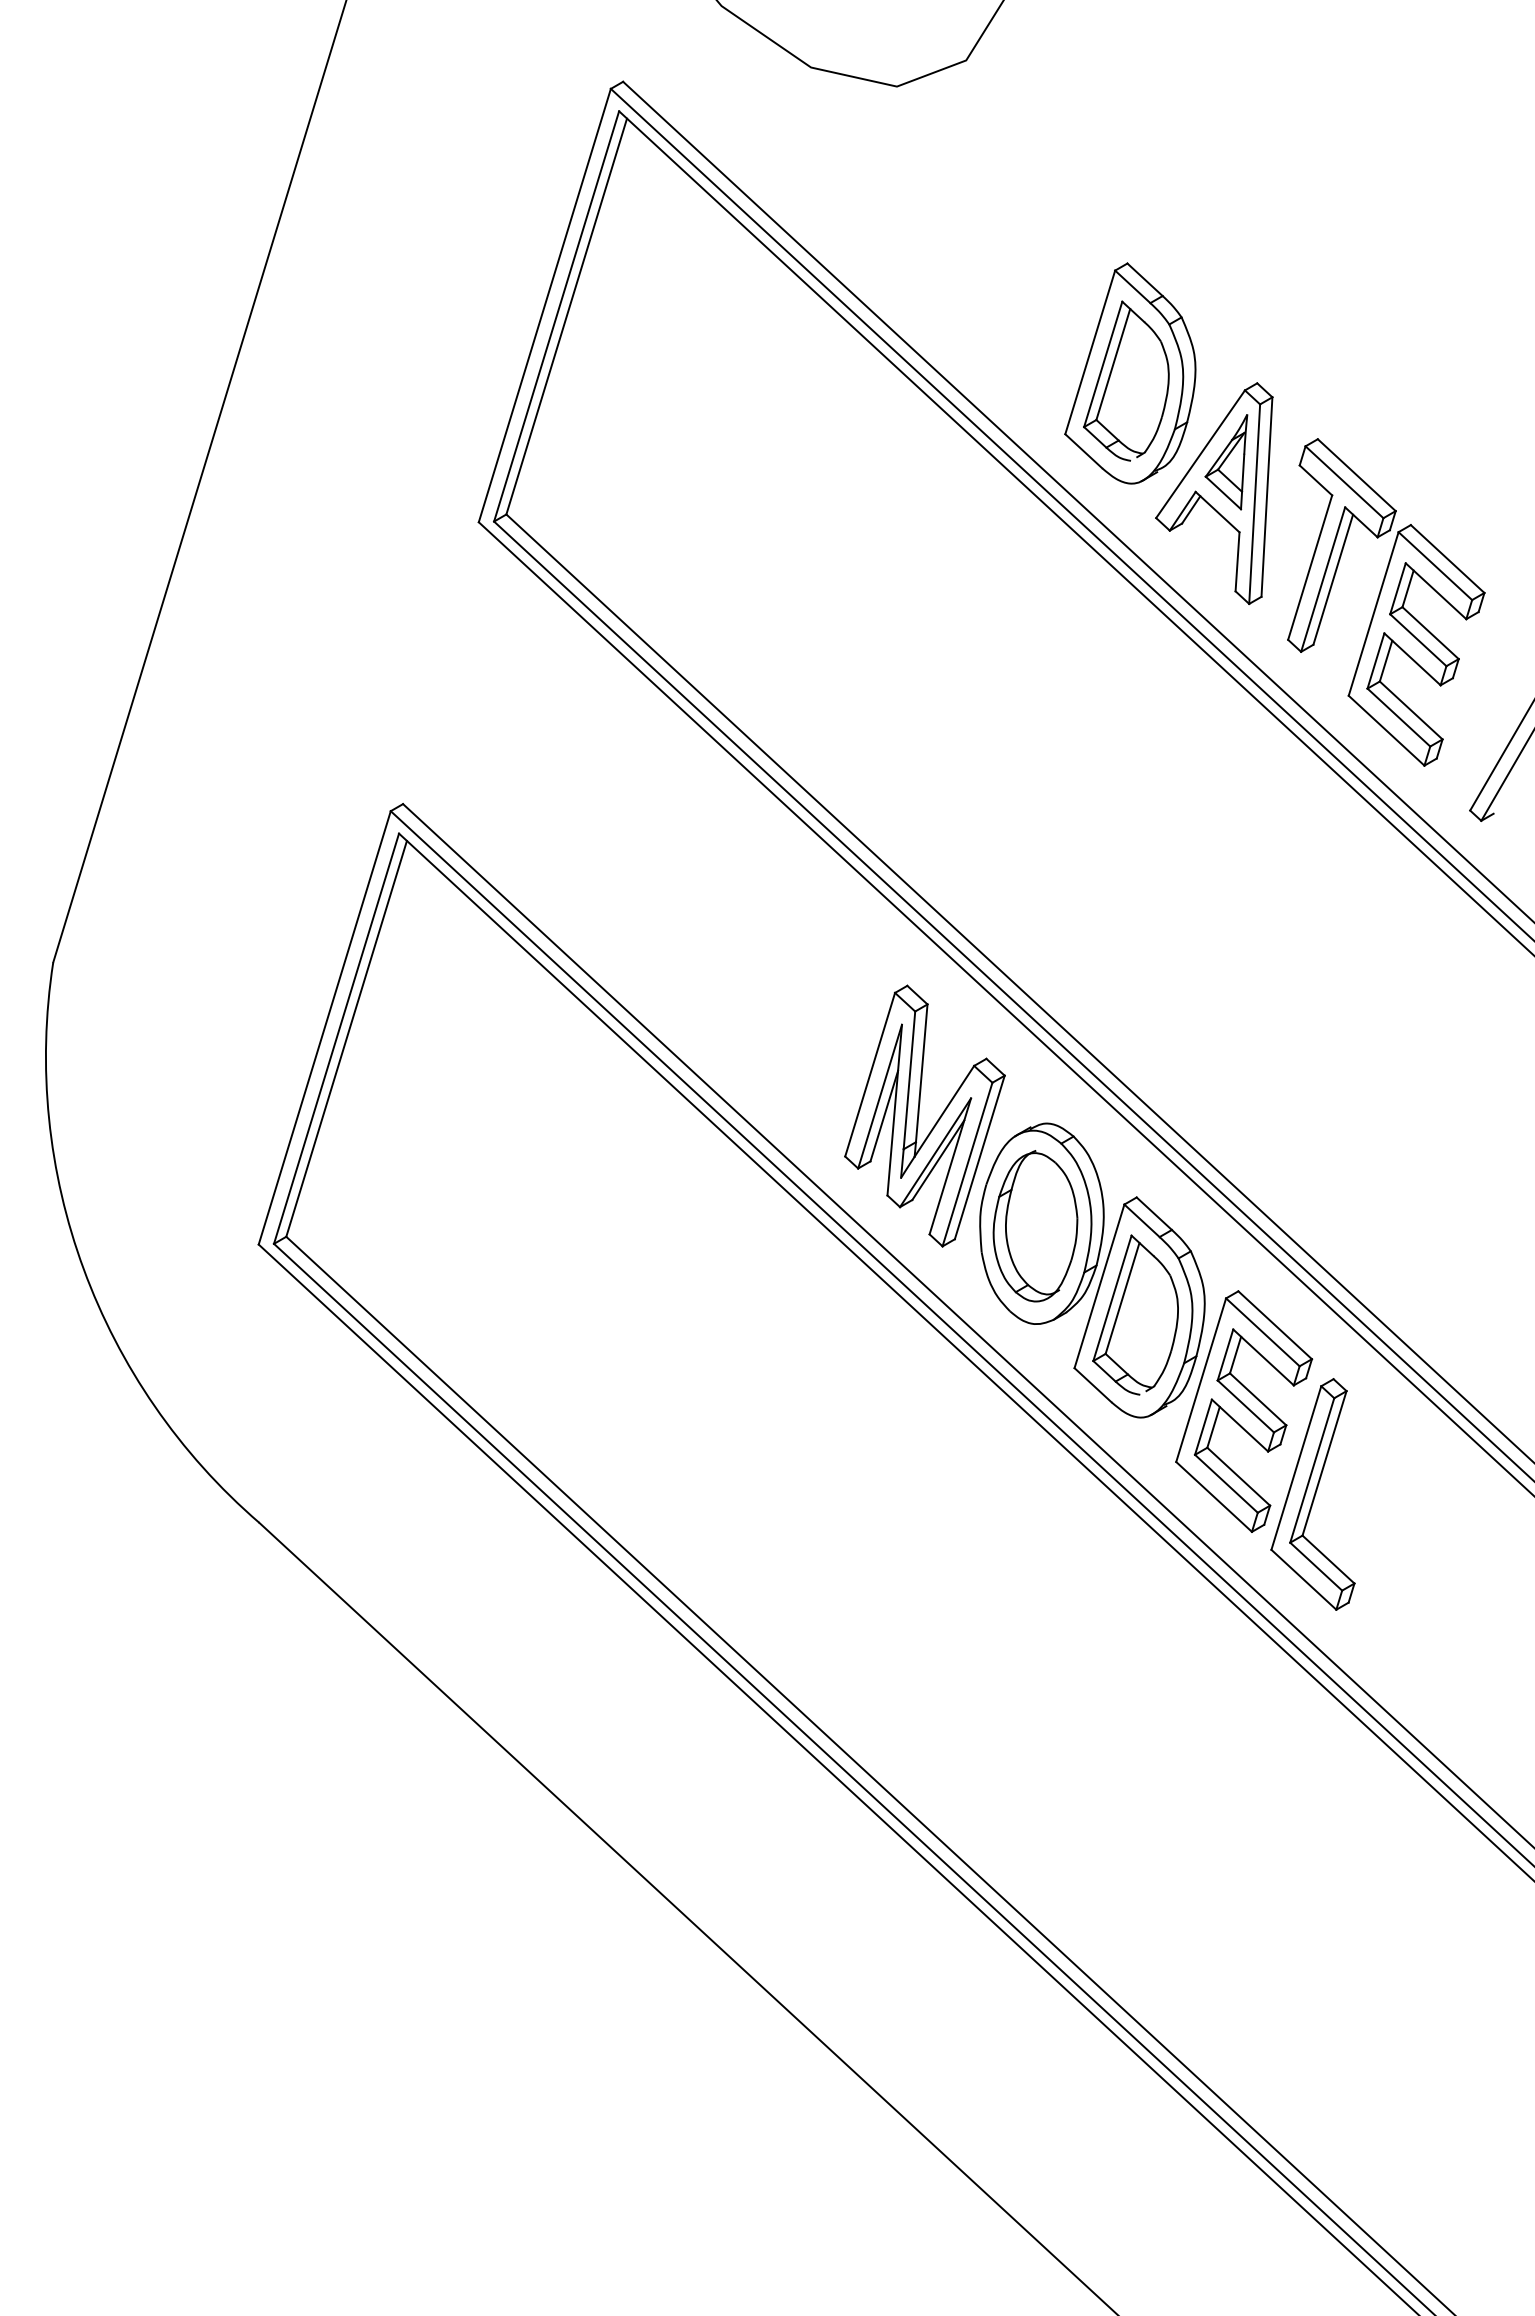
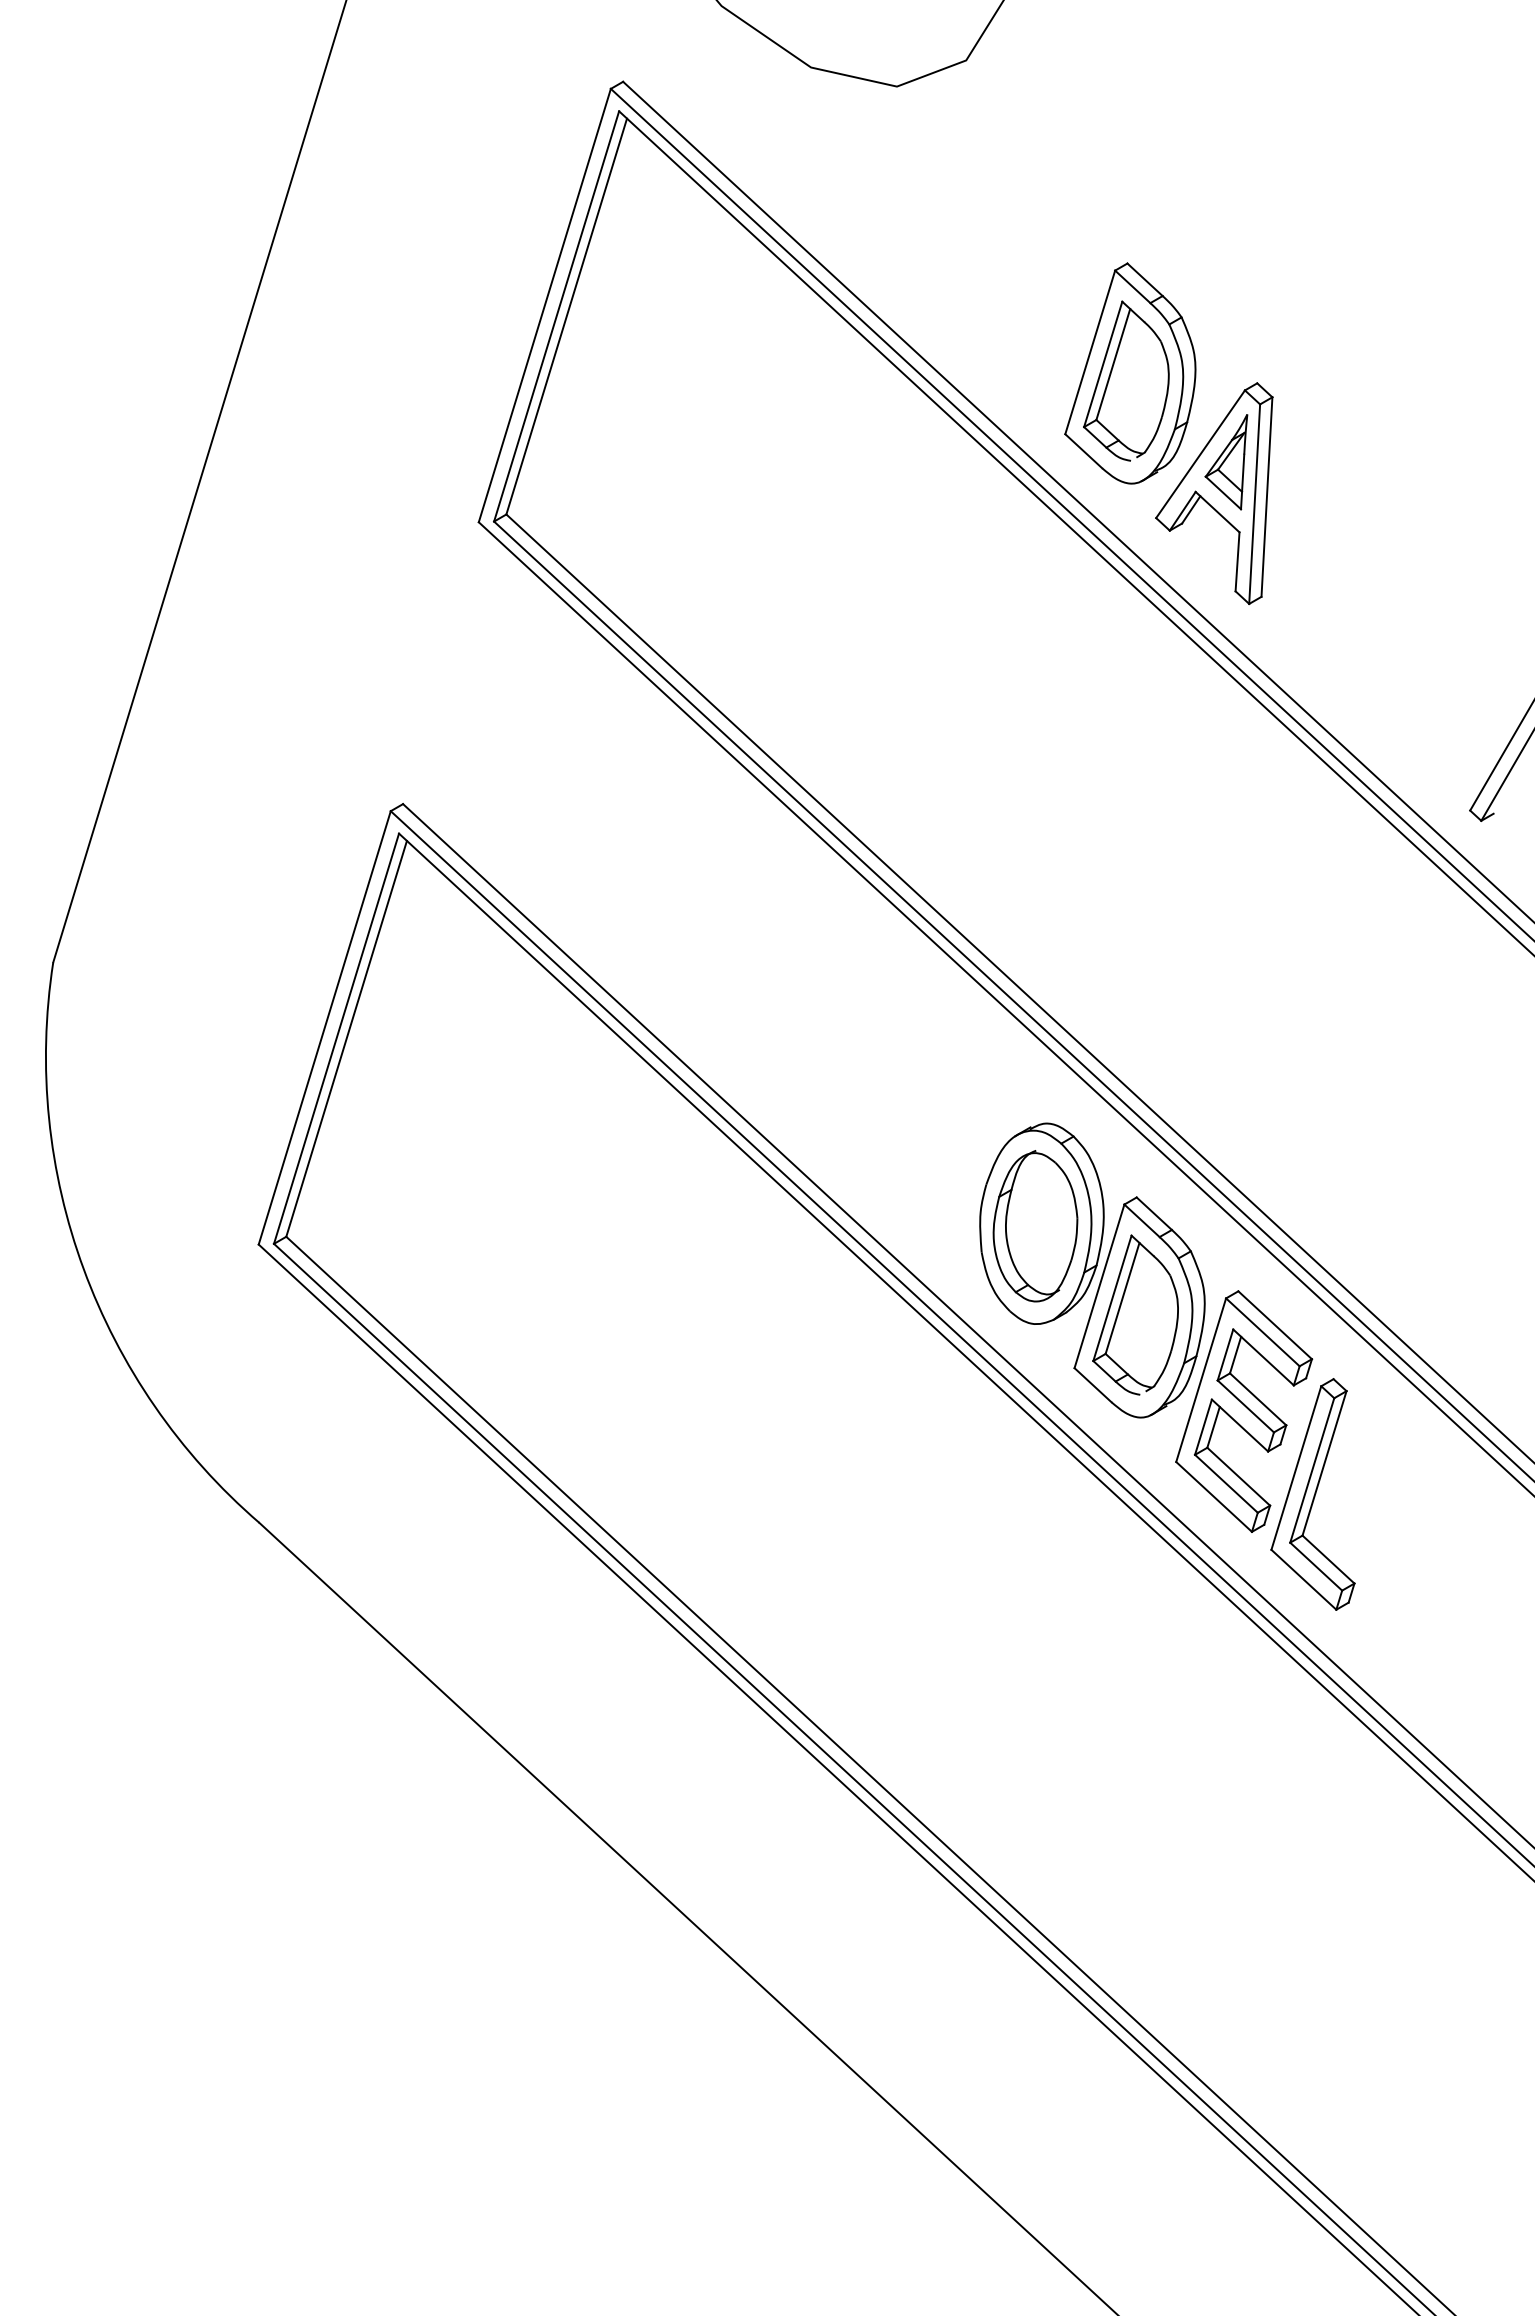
part at (1386, 602): present -> none
part at (924, 1115): present -> none
